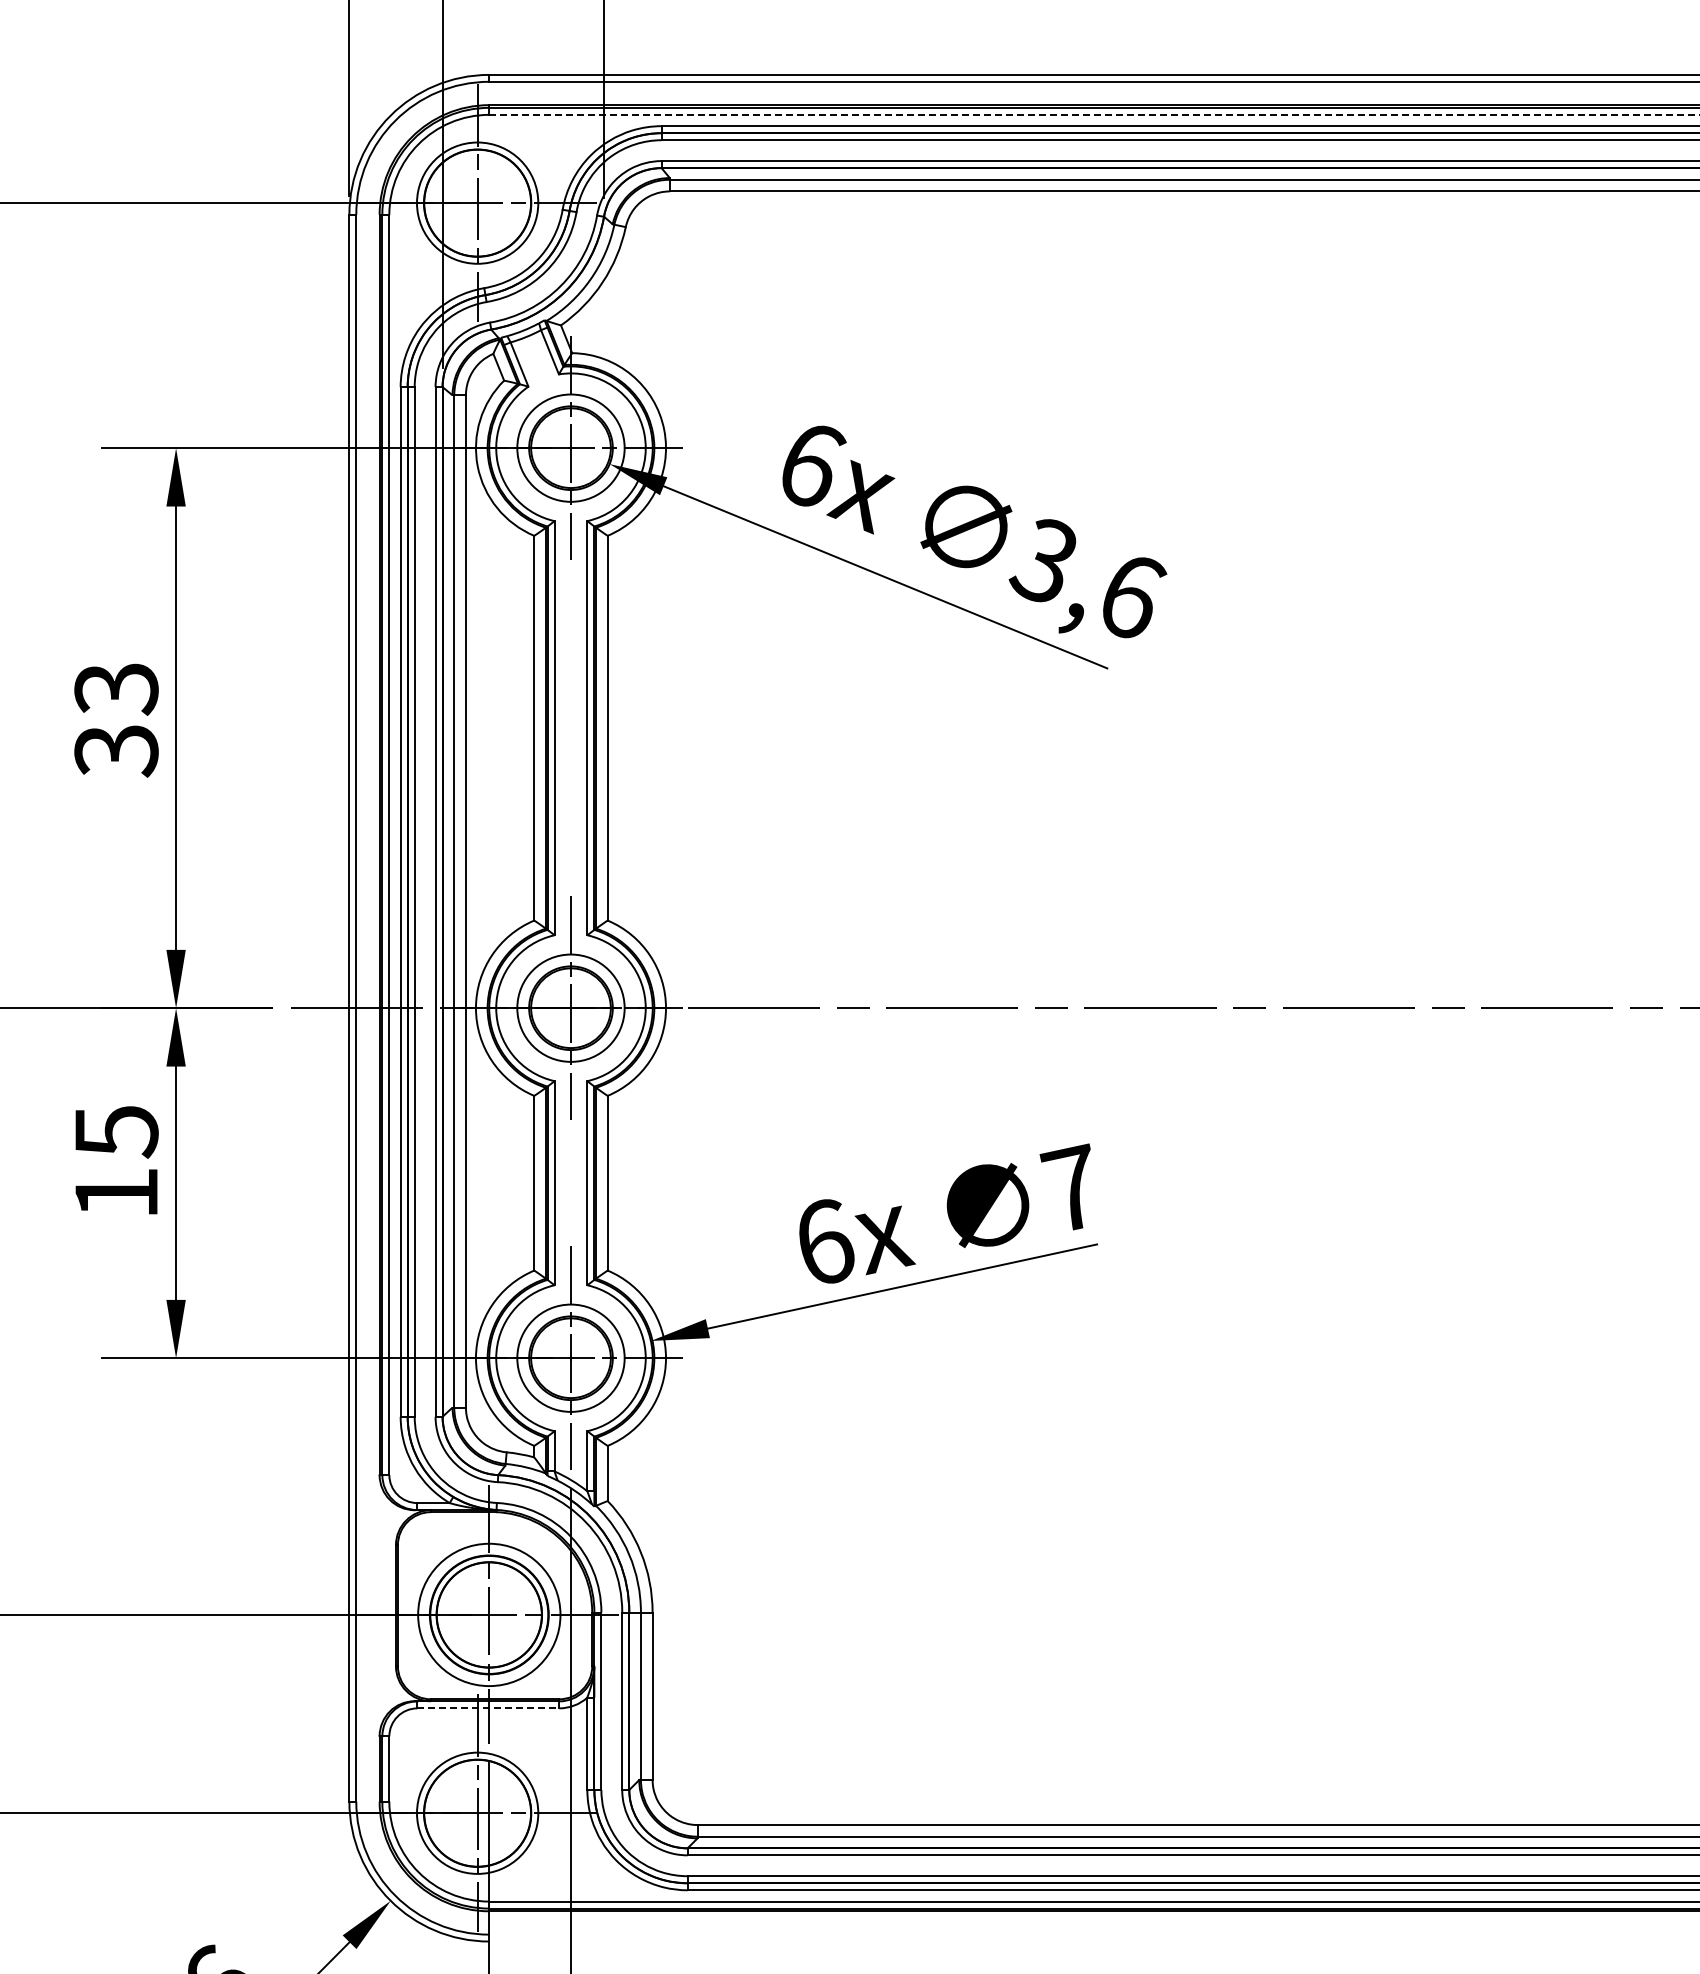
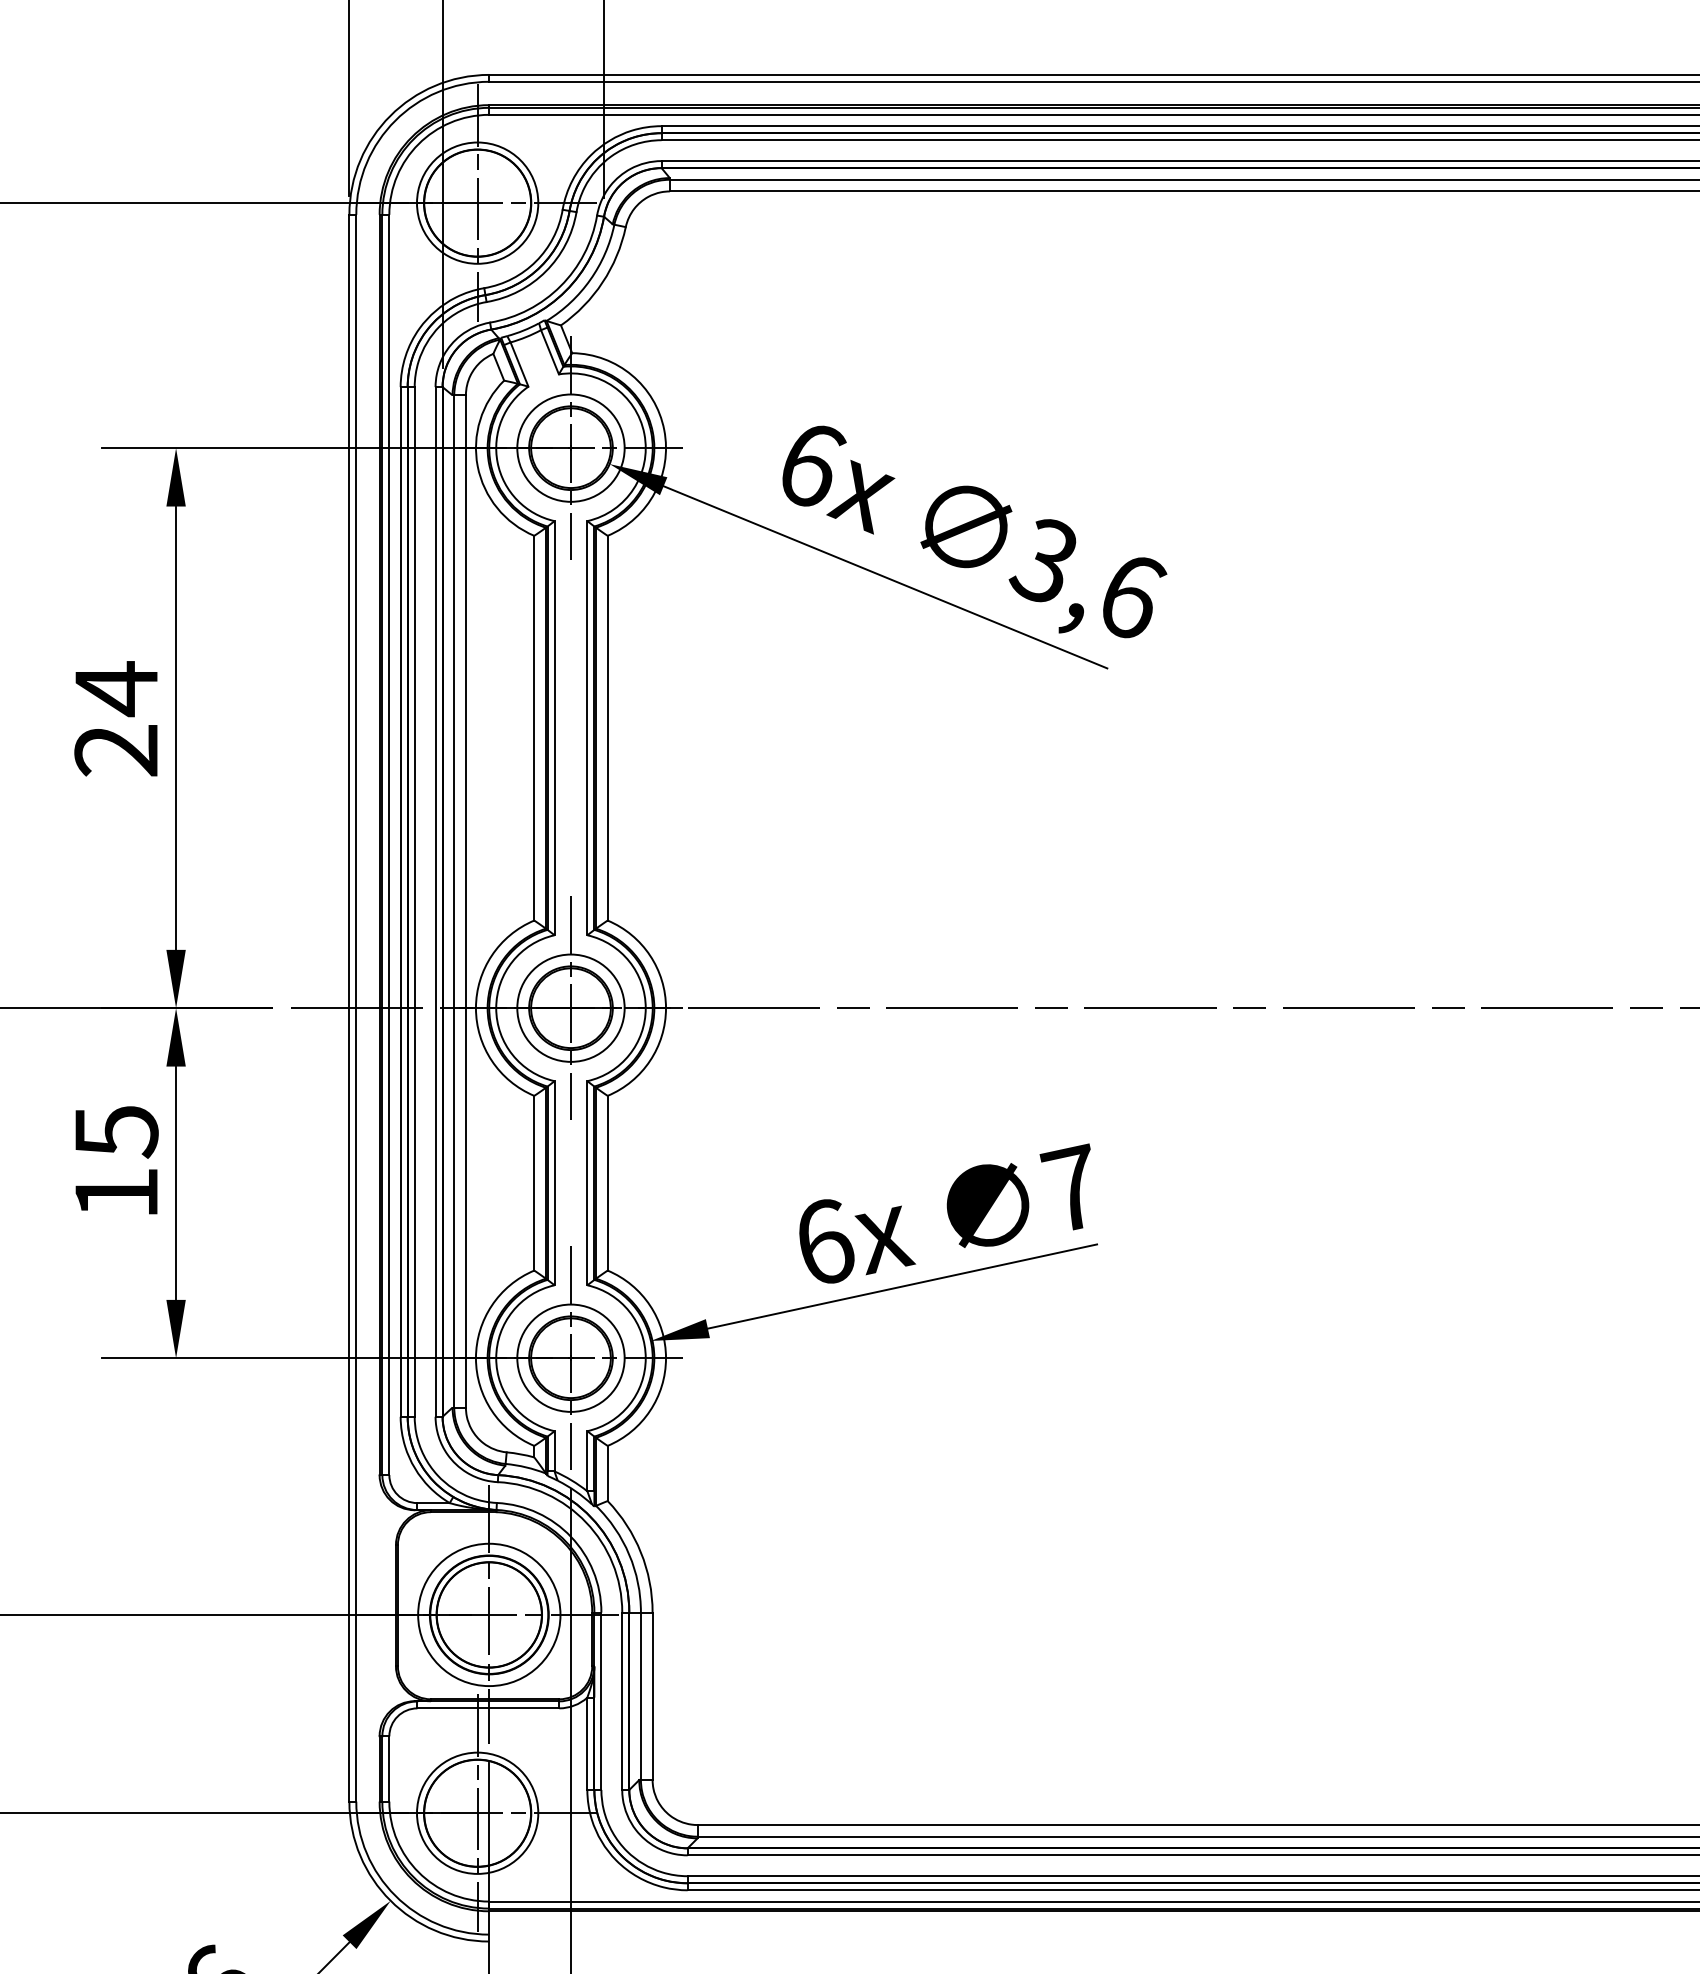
line at (1094, 114): dashed -> solid
text at (116, 719): 33 -> 24
line at (488, 1708): dashed -> solid
